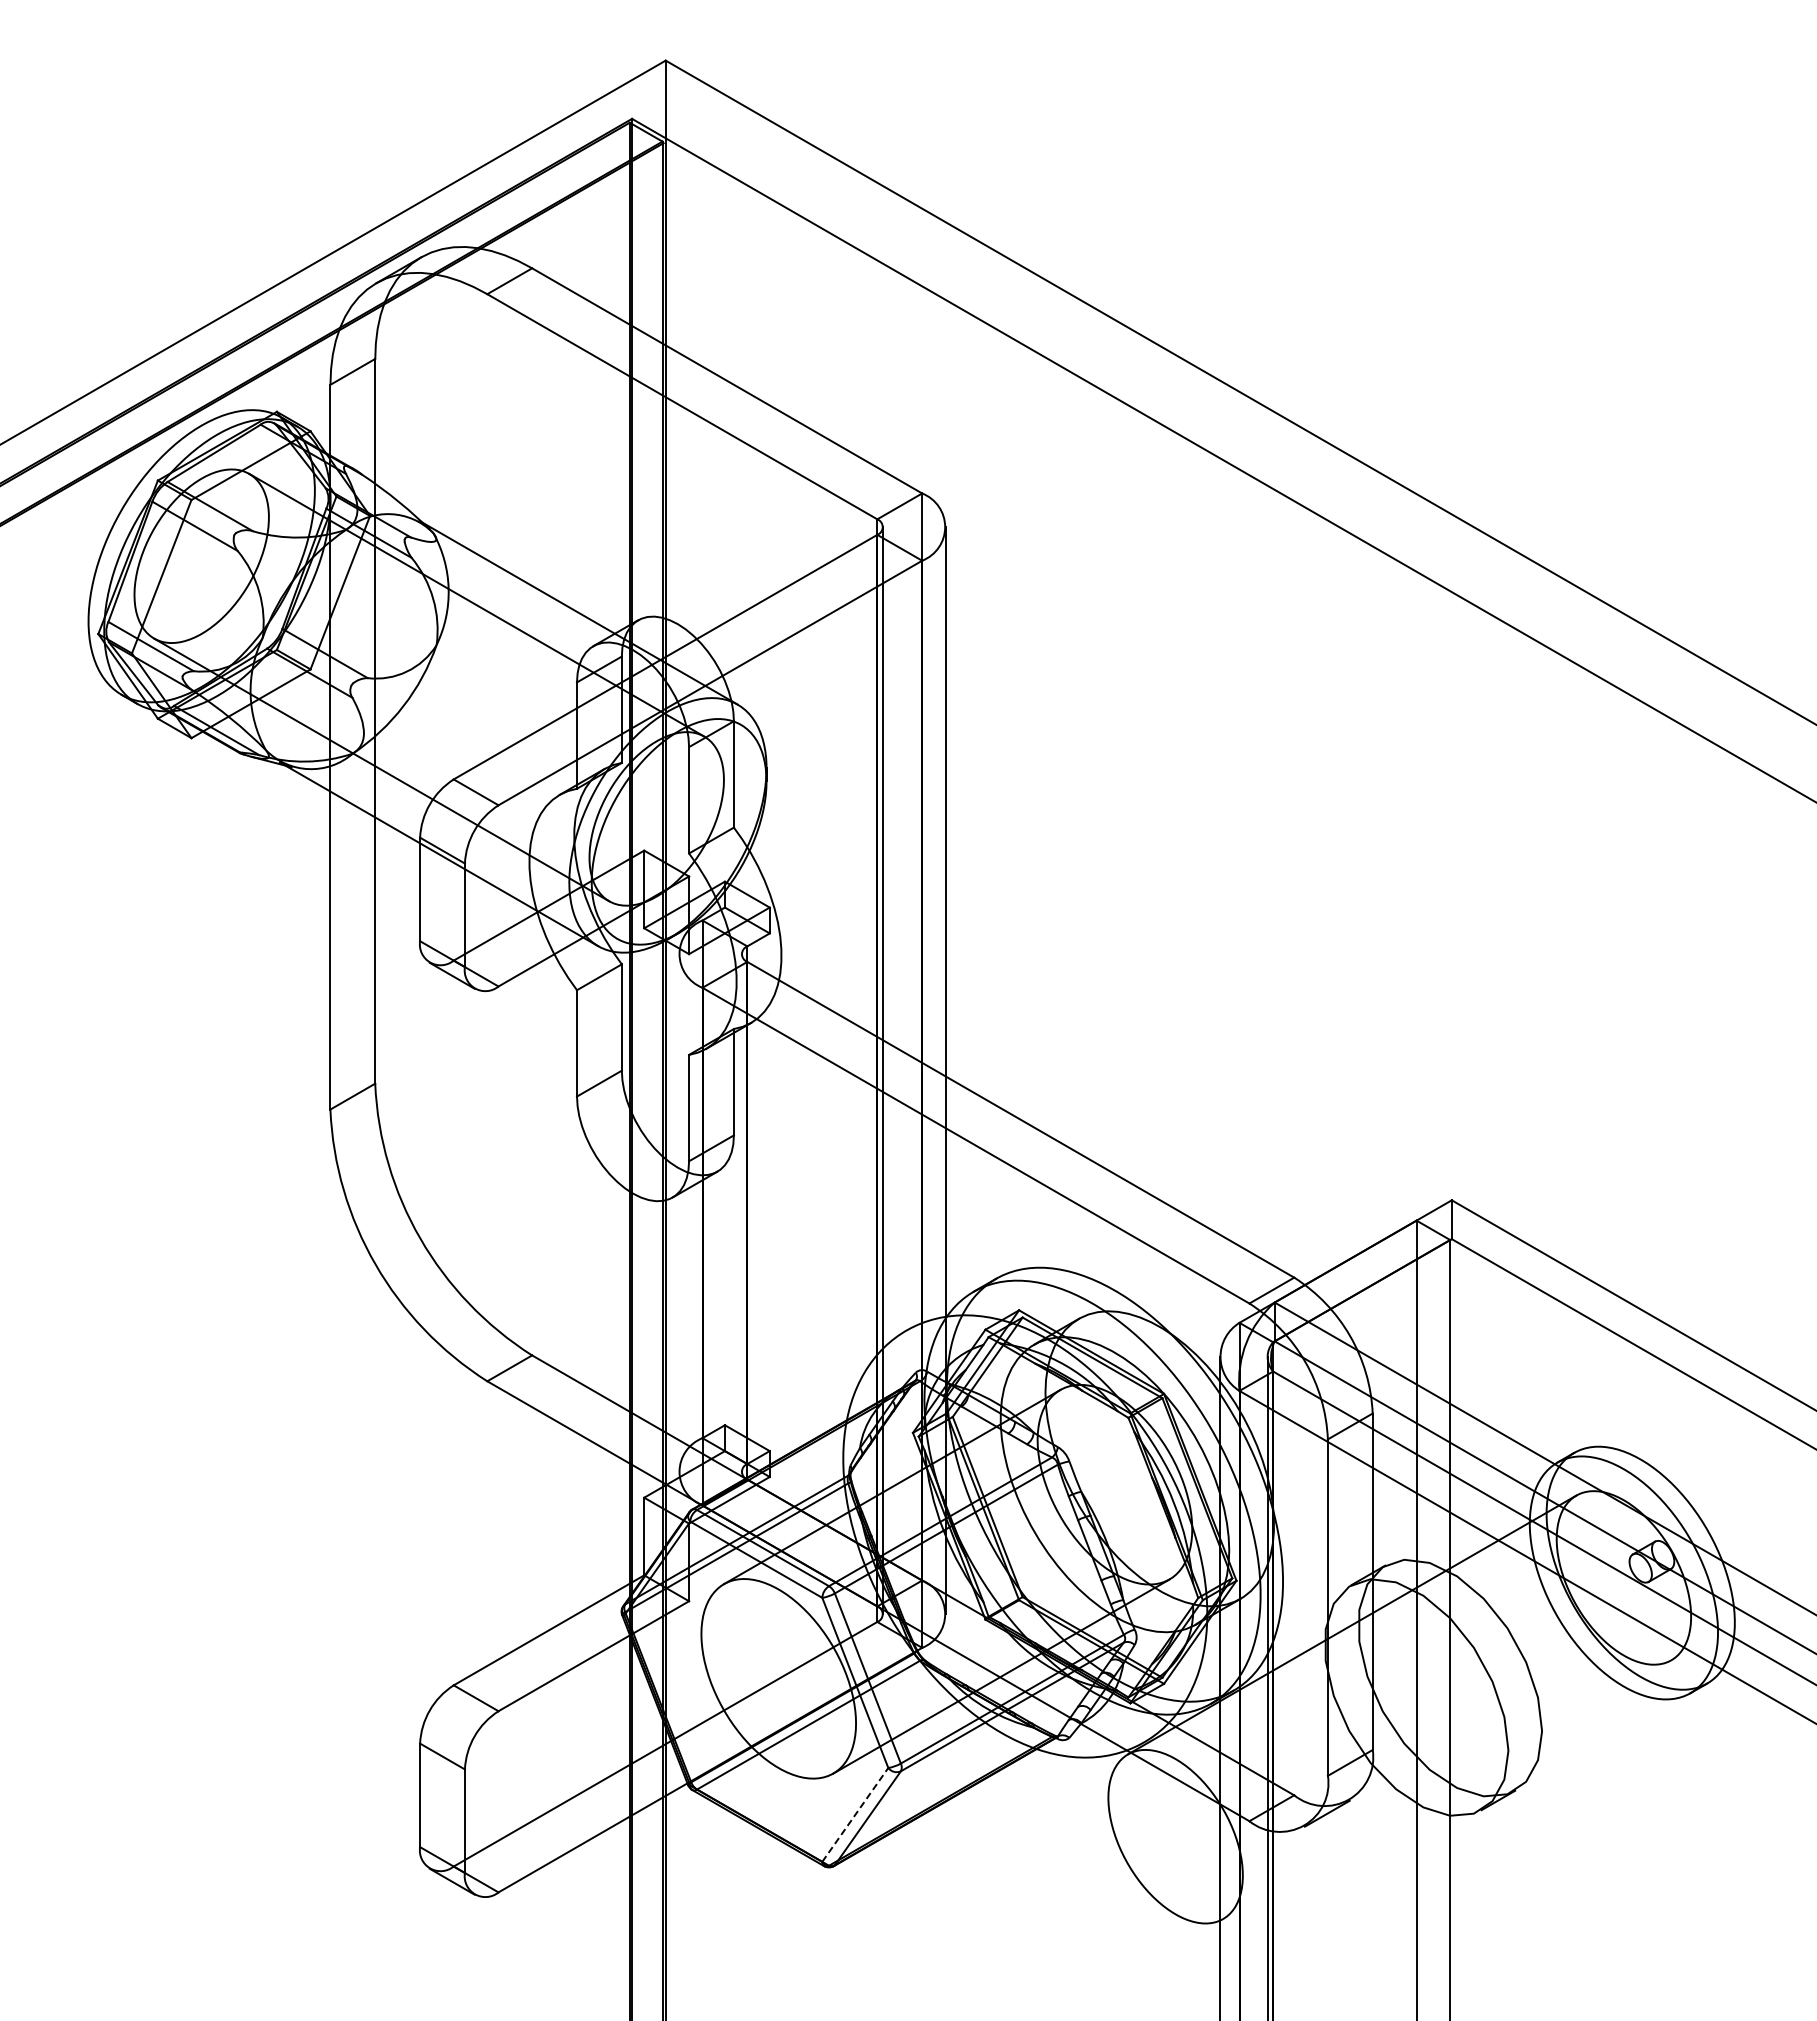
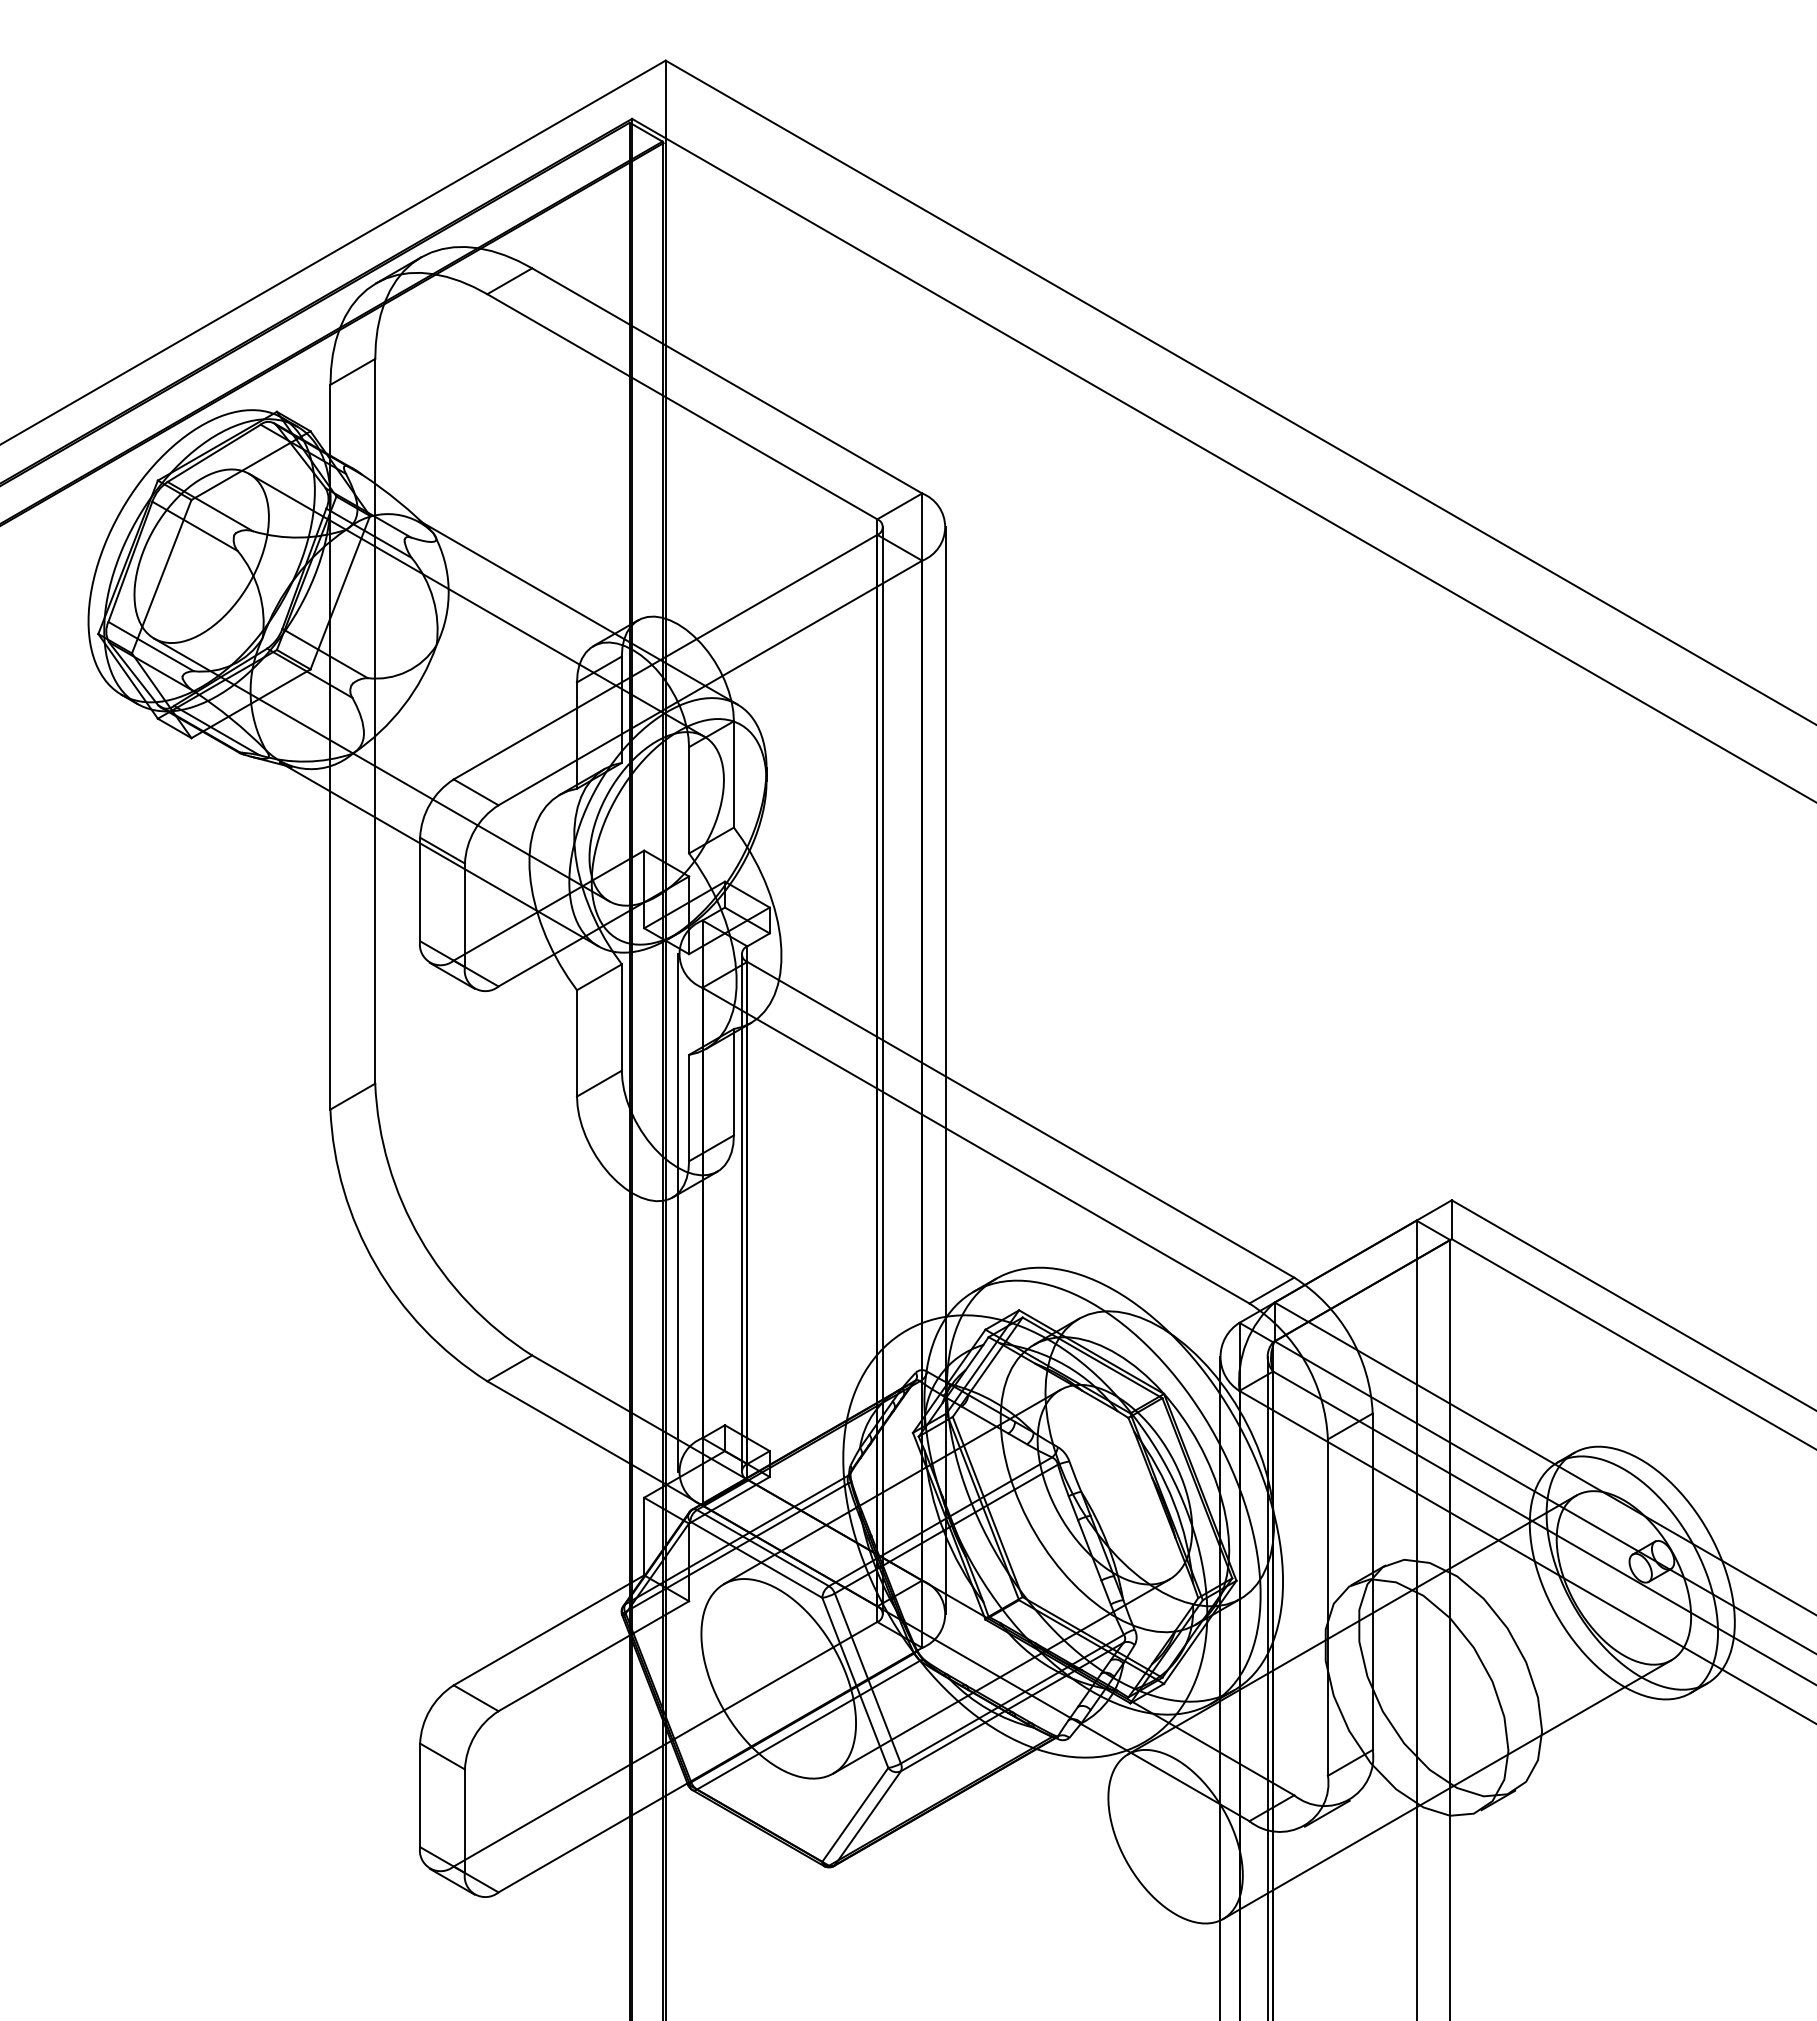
line at (678, 1212): none -> present
line at (741, 1212): none -> present
line at (1447, 1789): none -> present
line at (855, 1814): dashed -> solid
